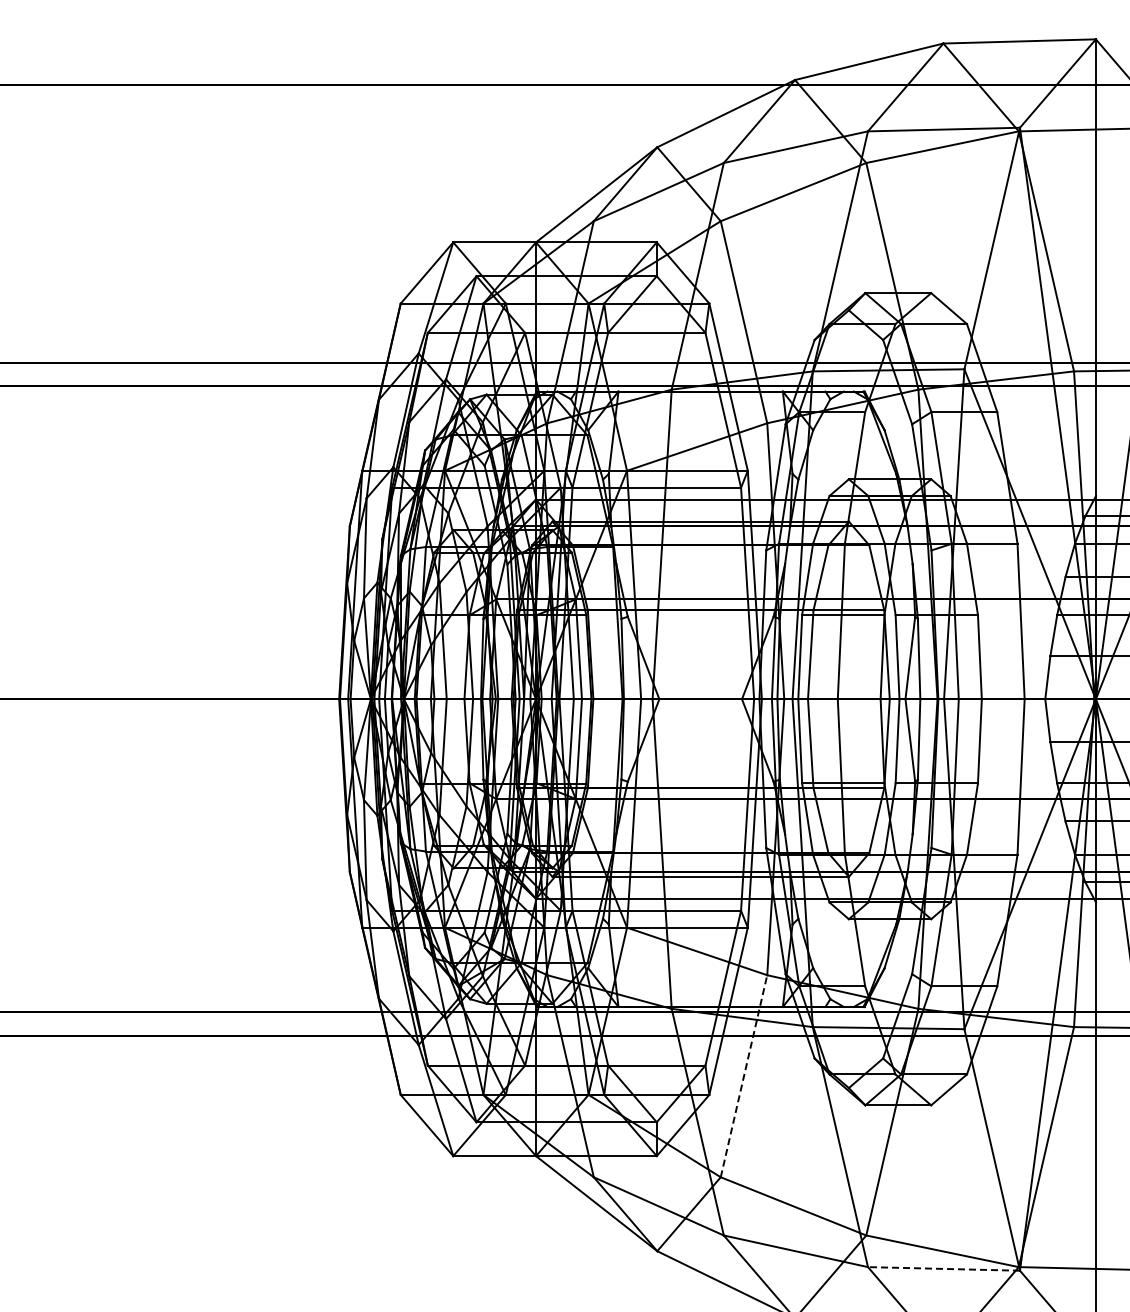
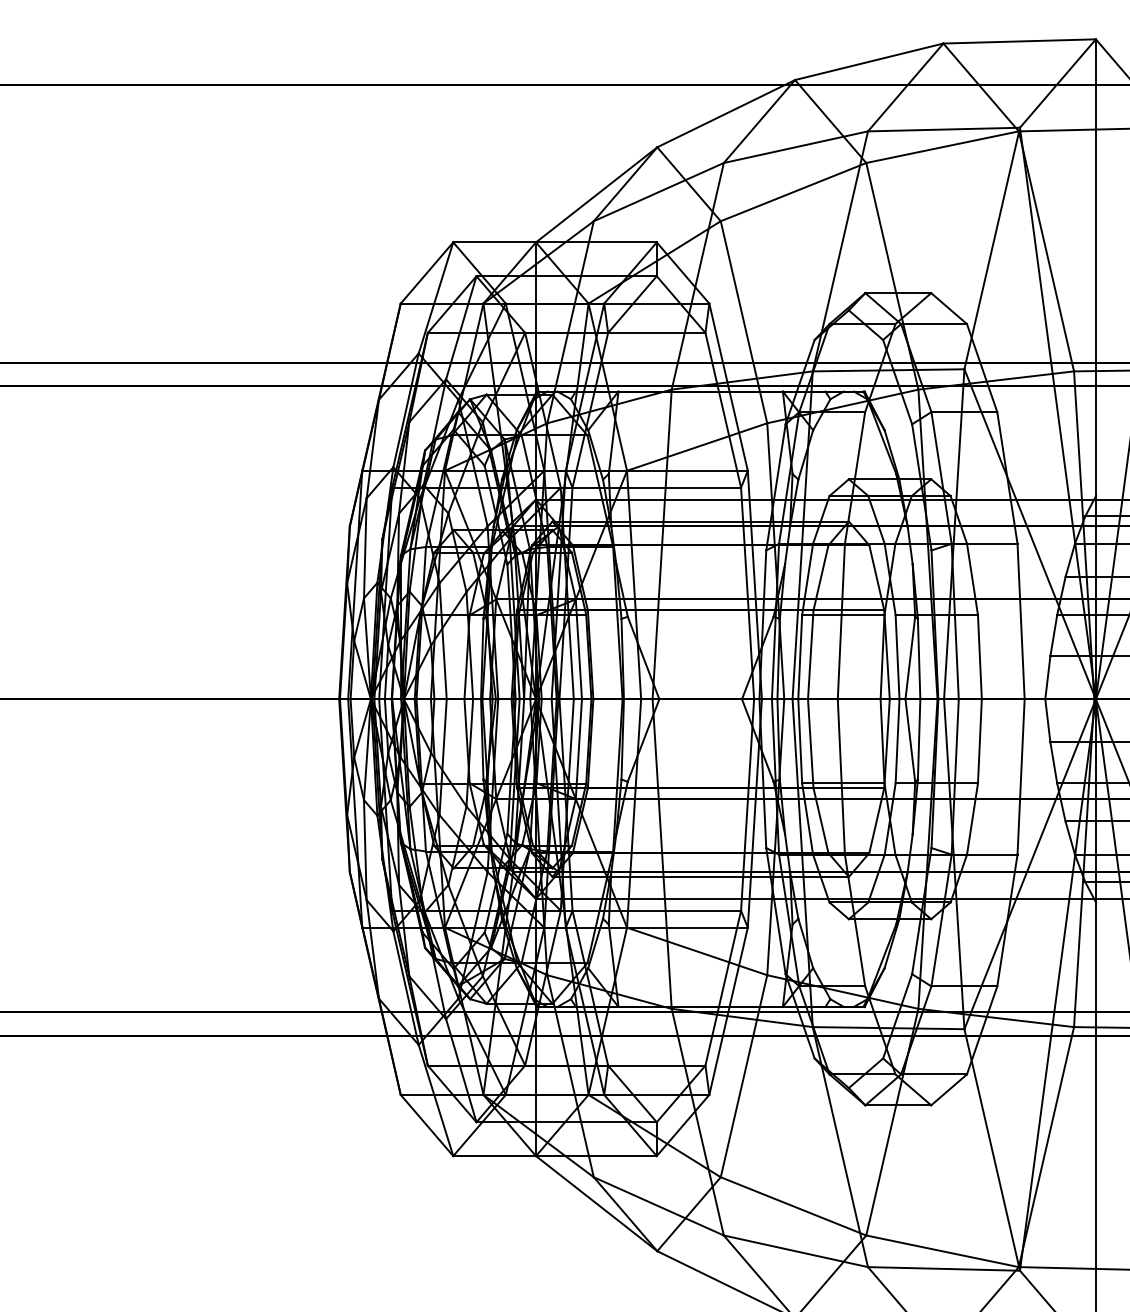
line at (744, 1076): dashed -> solid
line at (943, 1268): dashed -> solid
